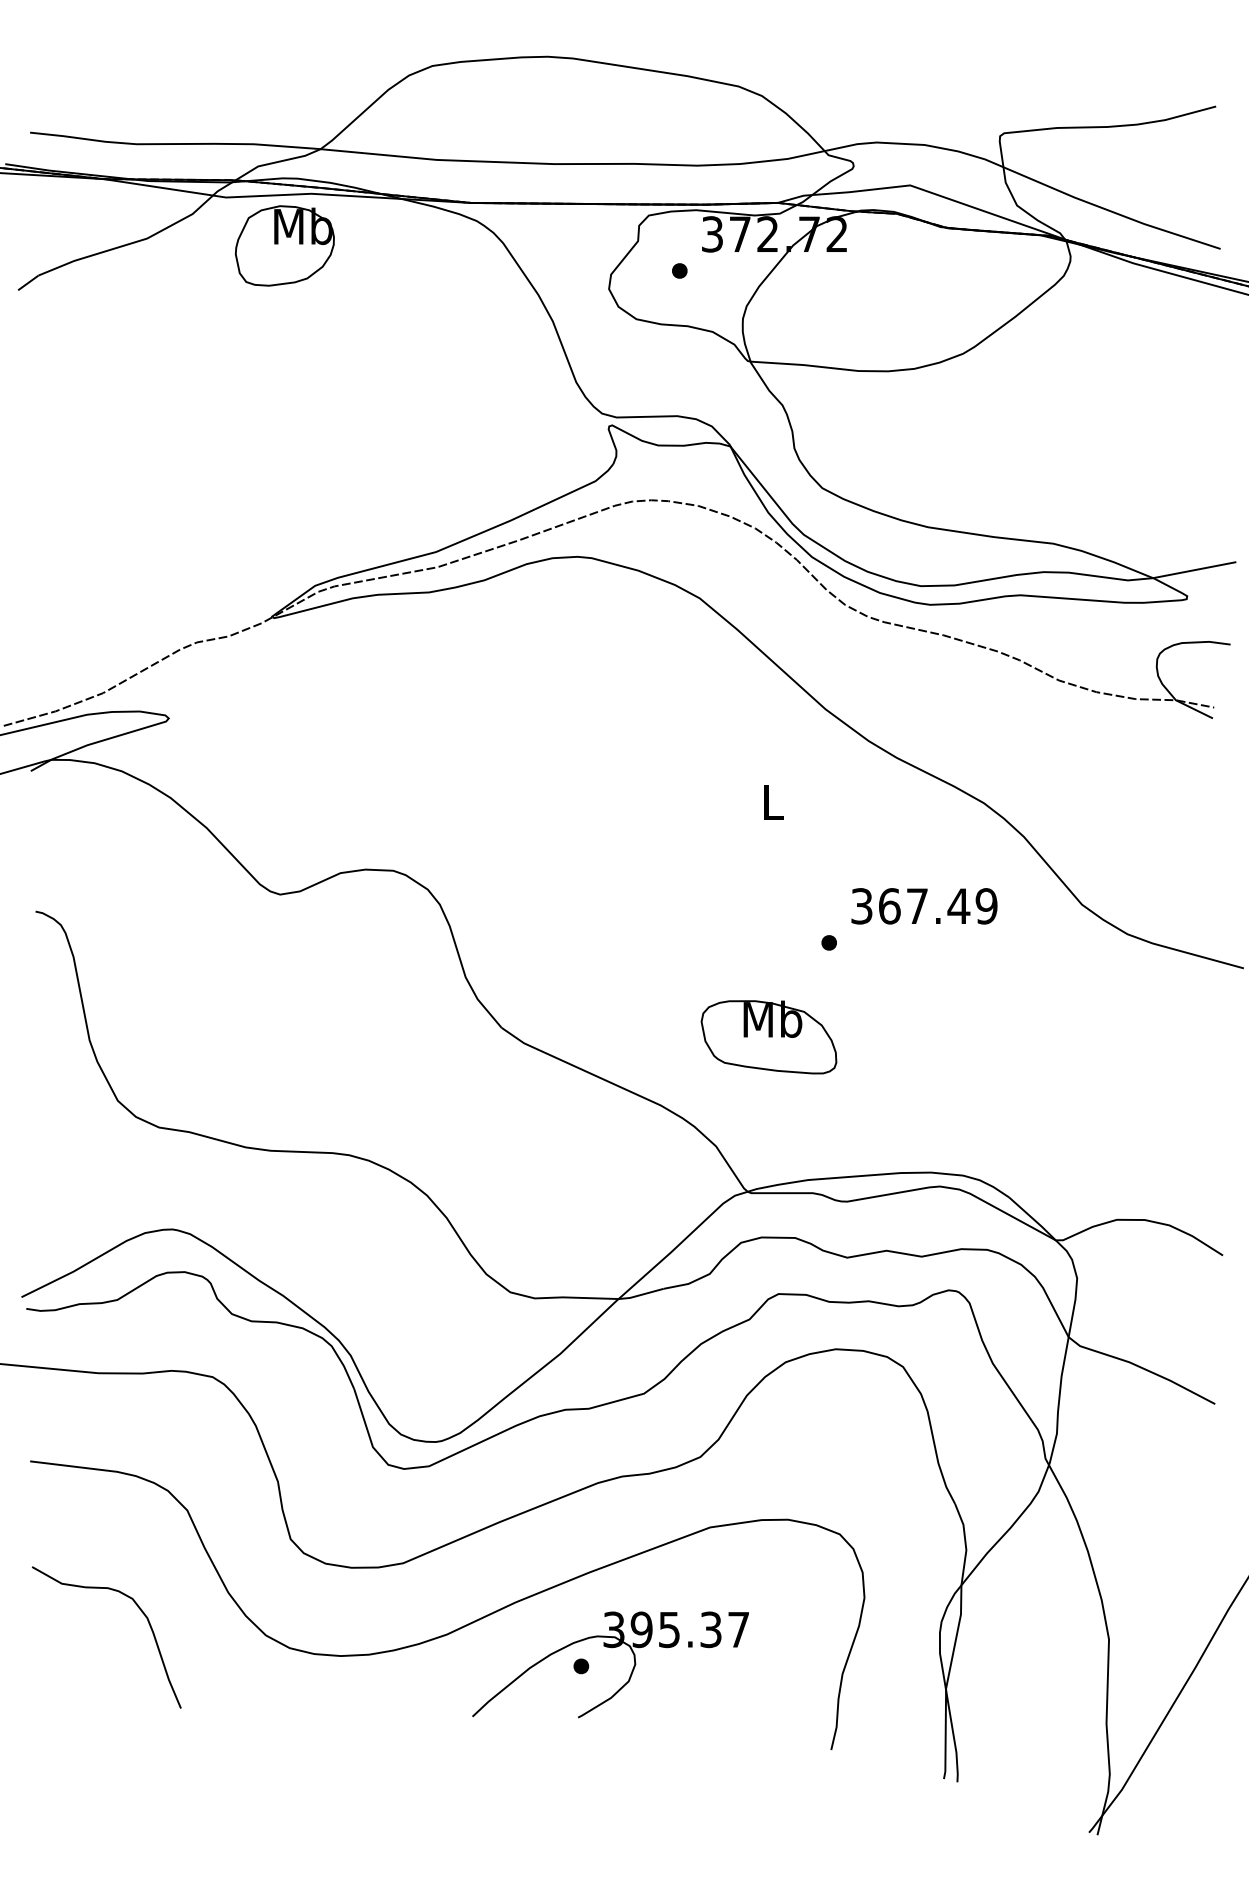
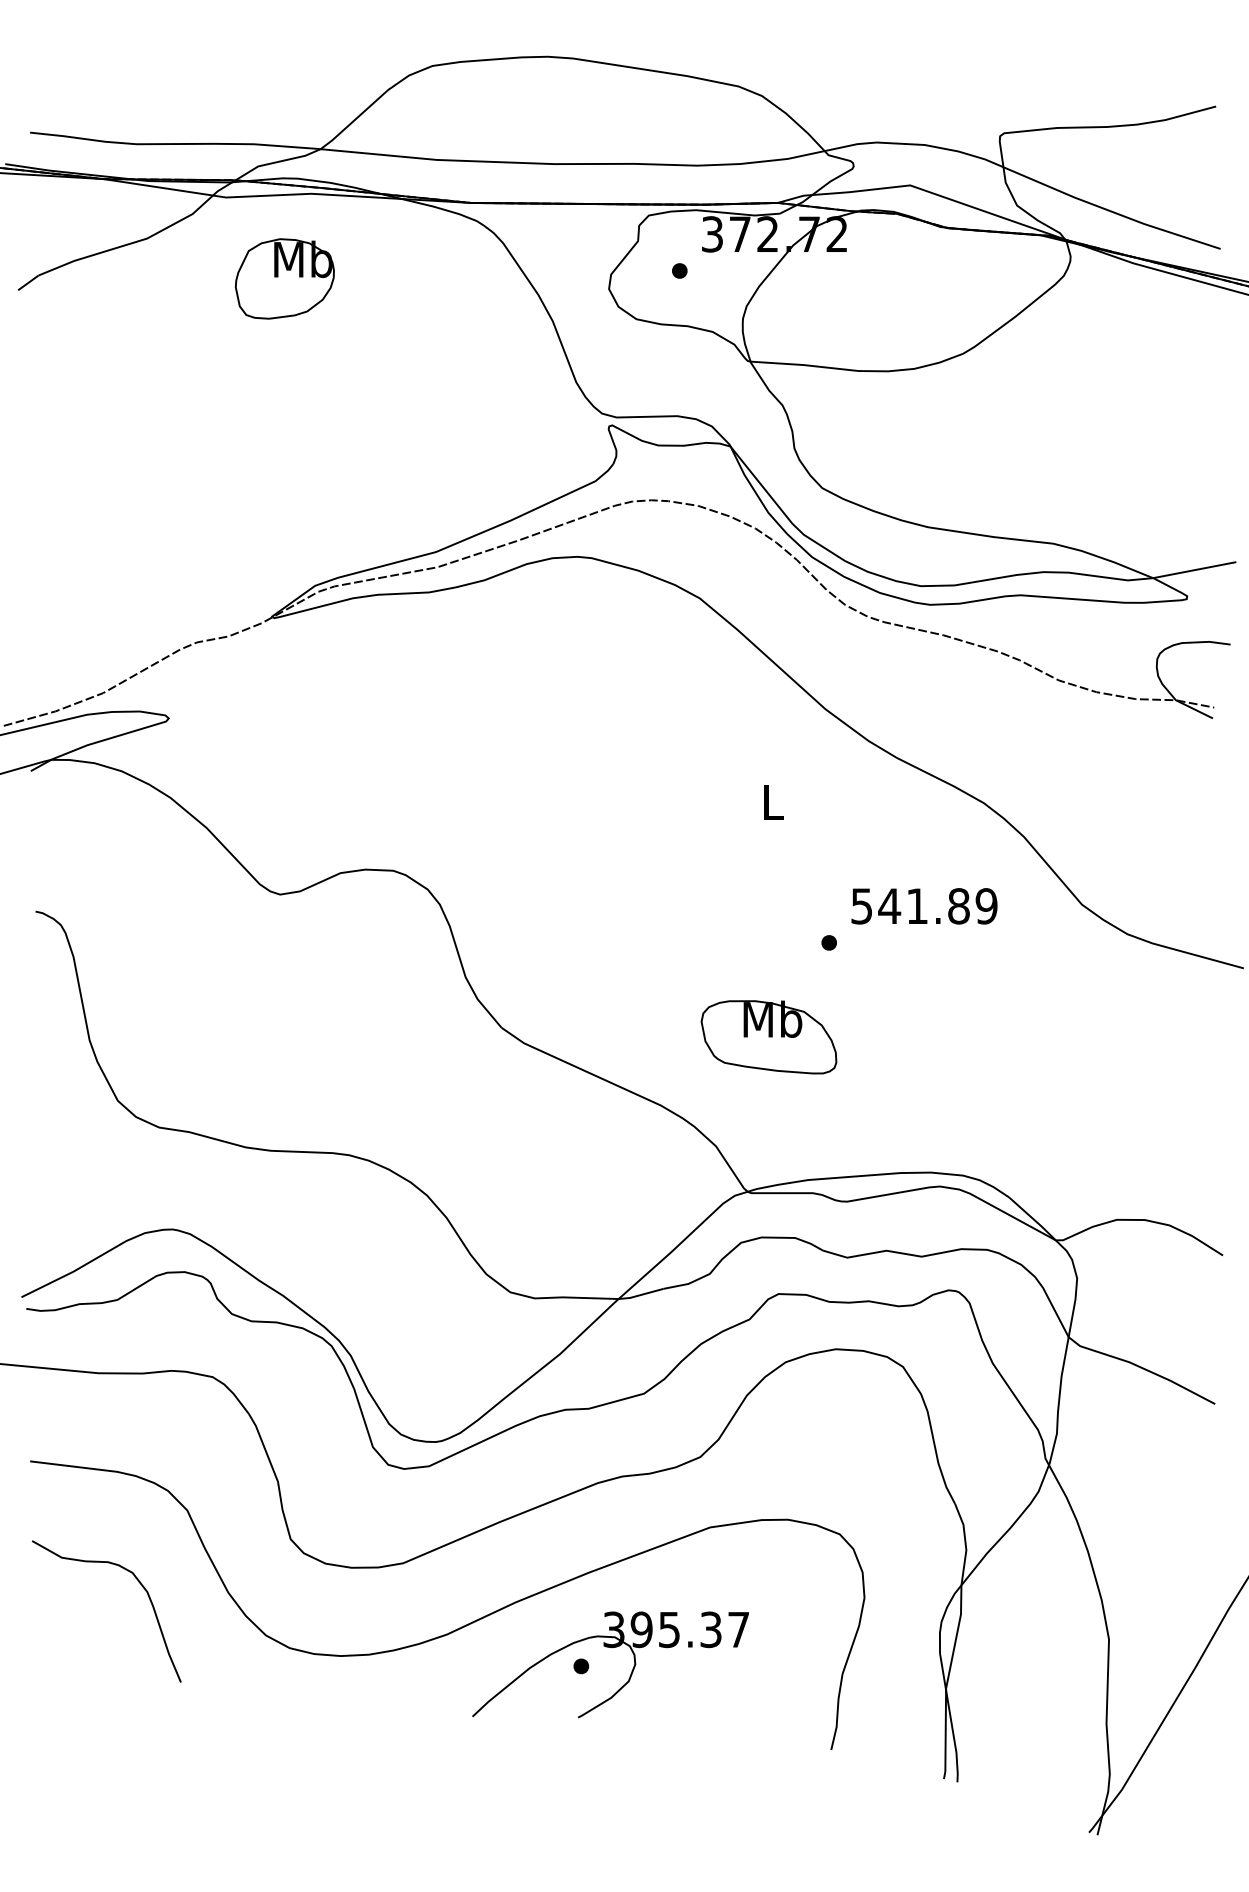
part at (284, 245) position: (284, 245) -> (284, 278)
text at (911, 906): 367.49 -> 541.89
curve at (141, 1612) position: (141, 1612) -> (141, 1586)
